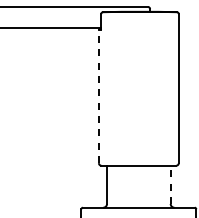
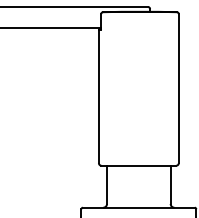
line at (98, 96): dashed -> solid
line at (170, 184): dashed -> solid
